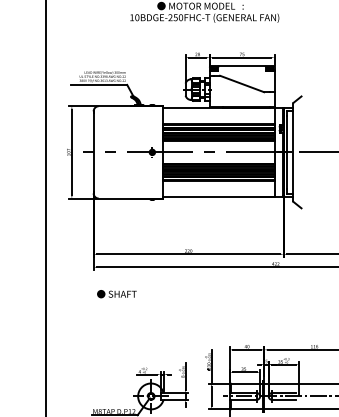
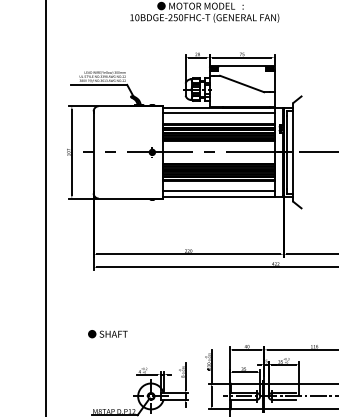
line at (218, 113): none -> present
line at (218, 191): none -> present
text at (116, 294) position: (116, 294) -> (107, 334)
